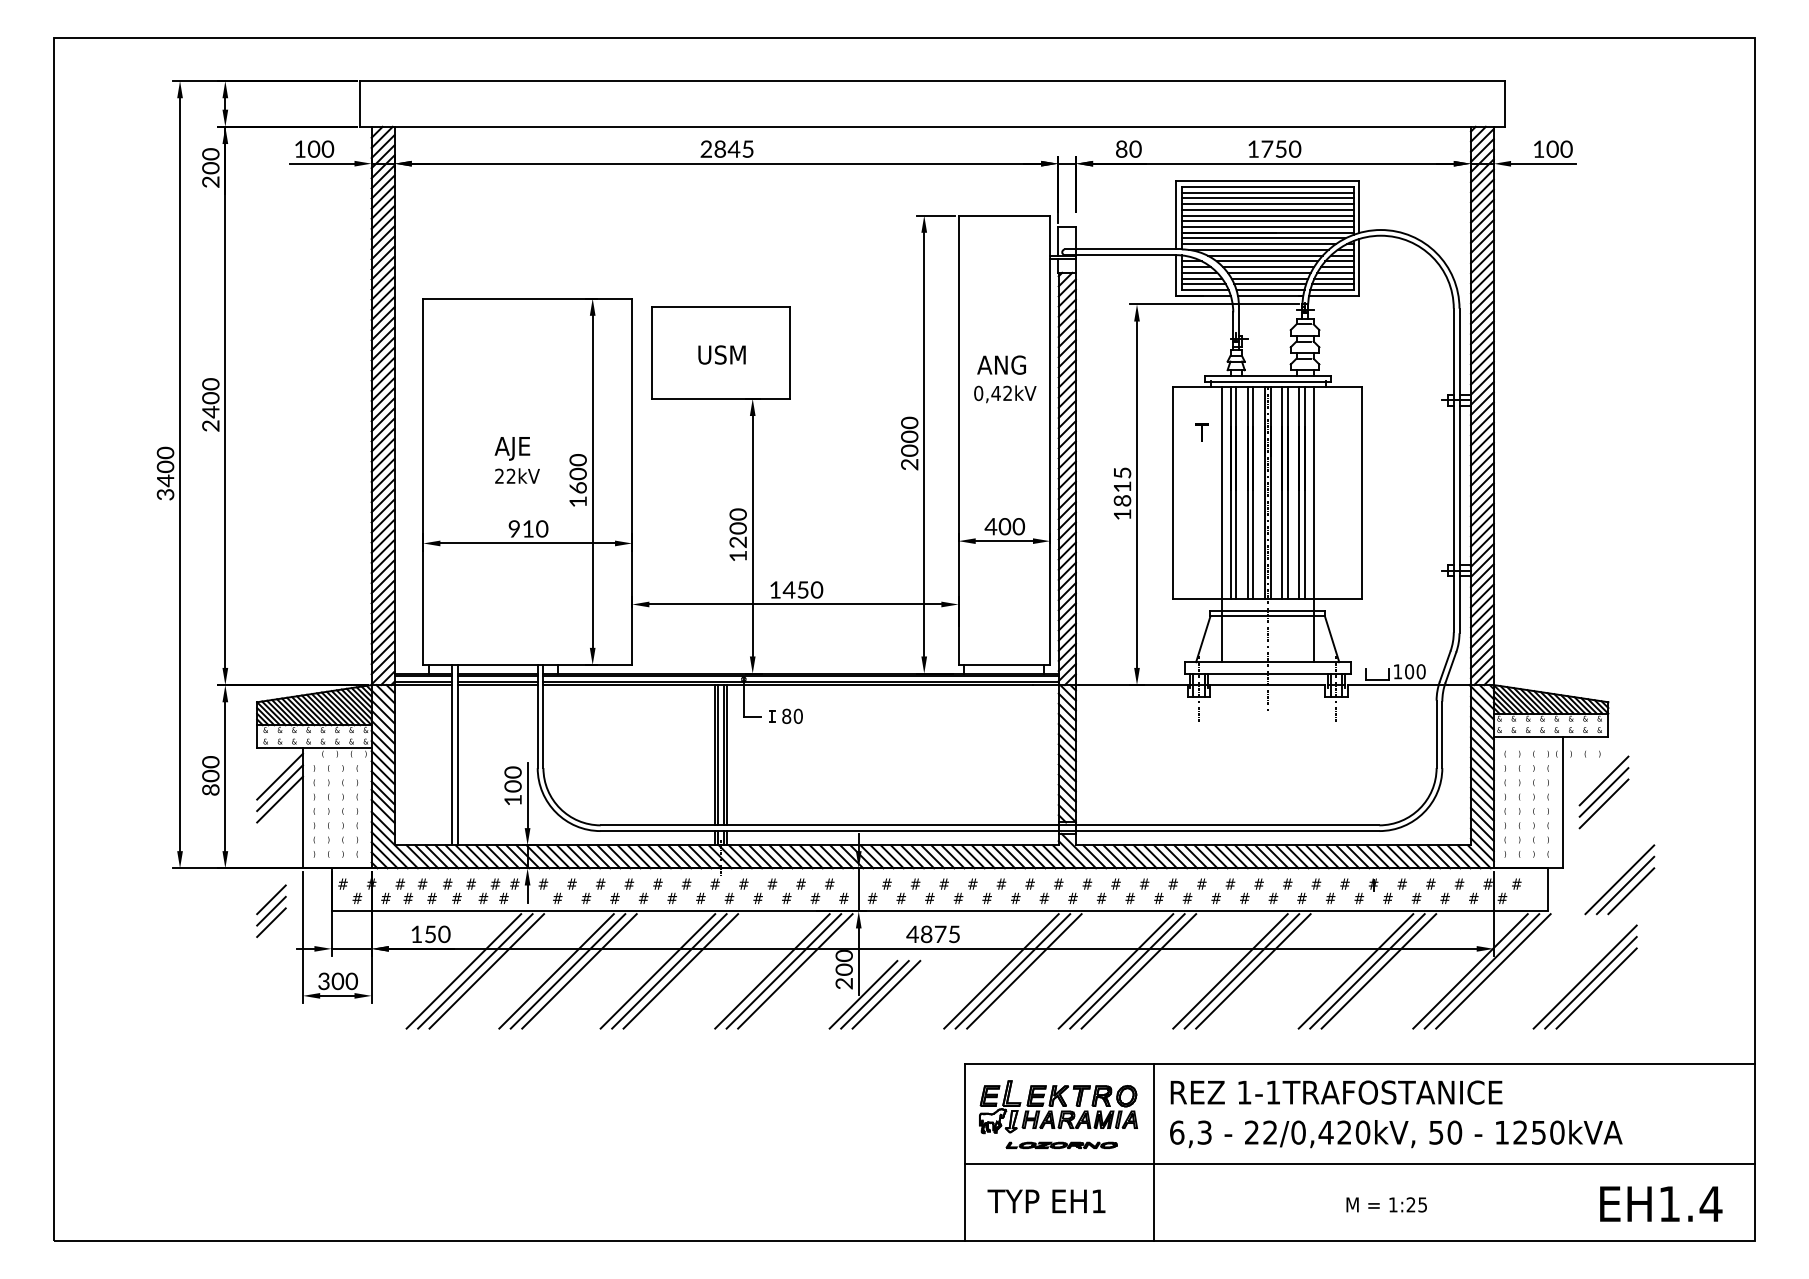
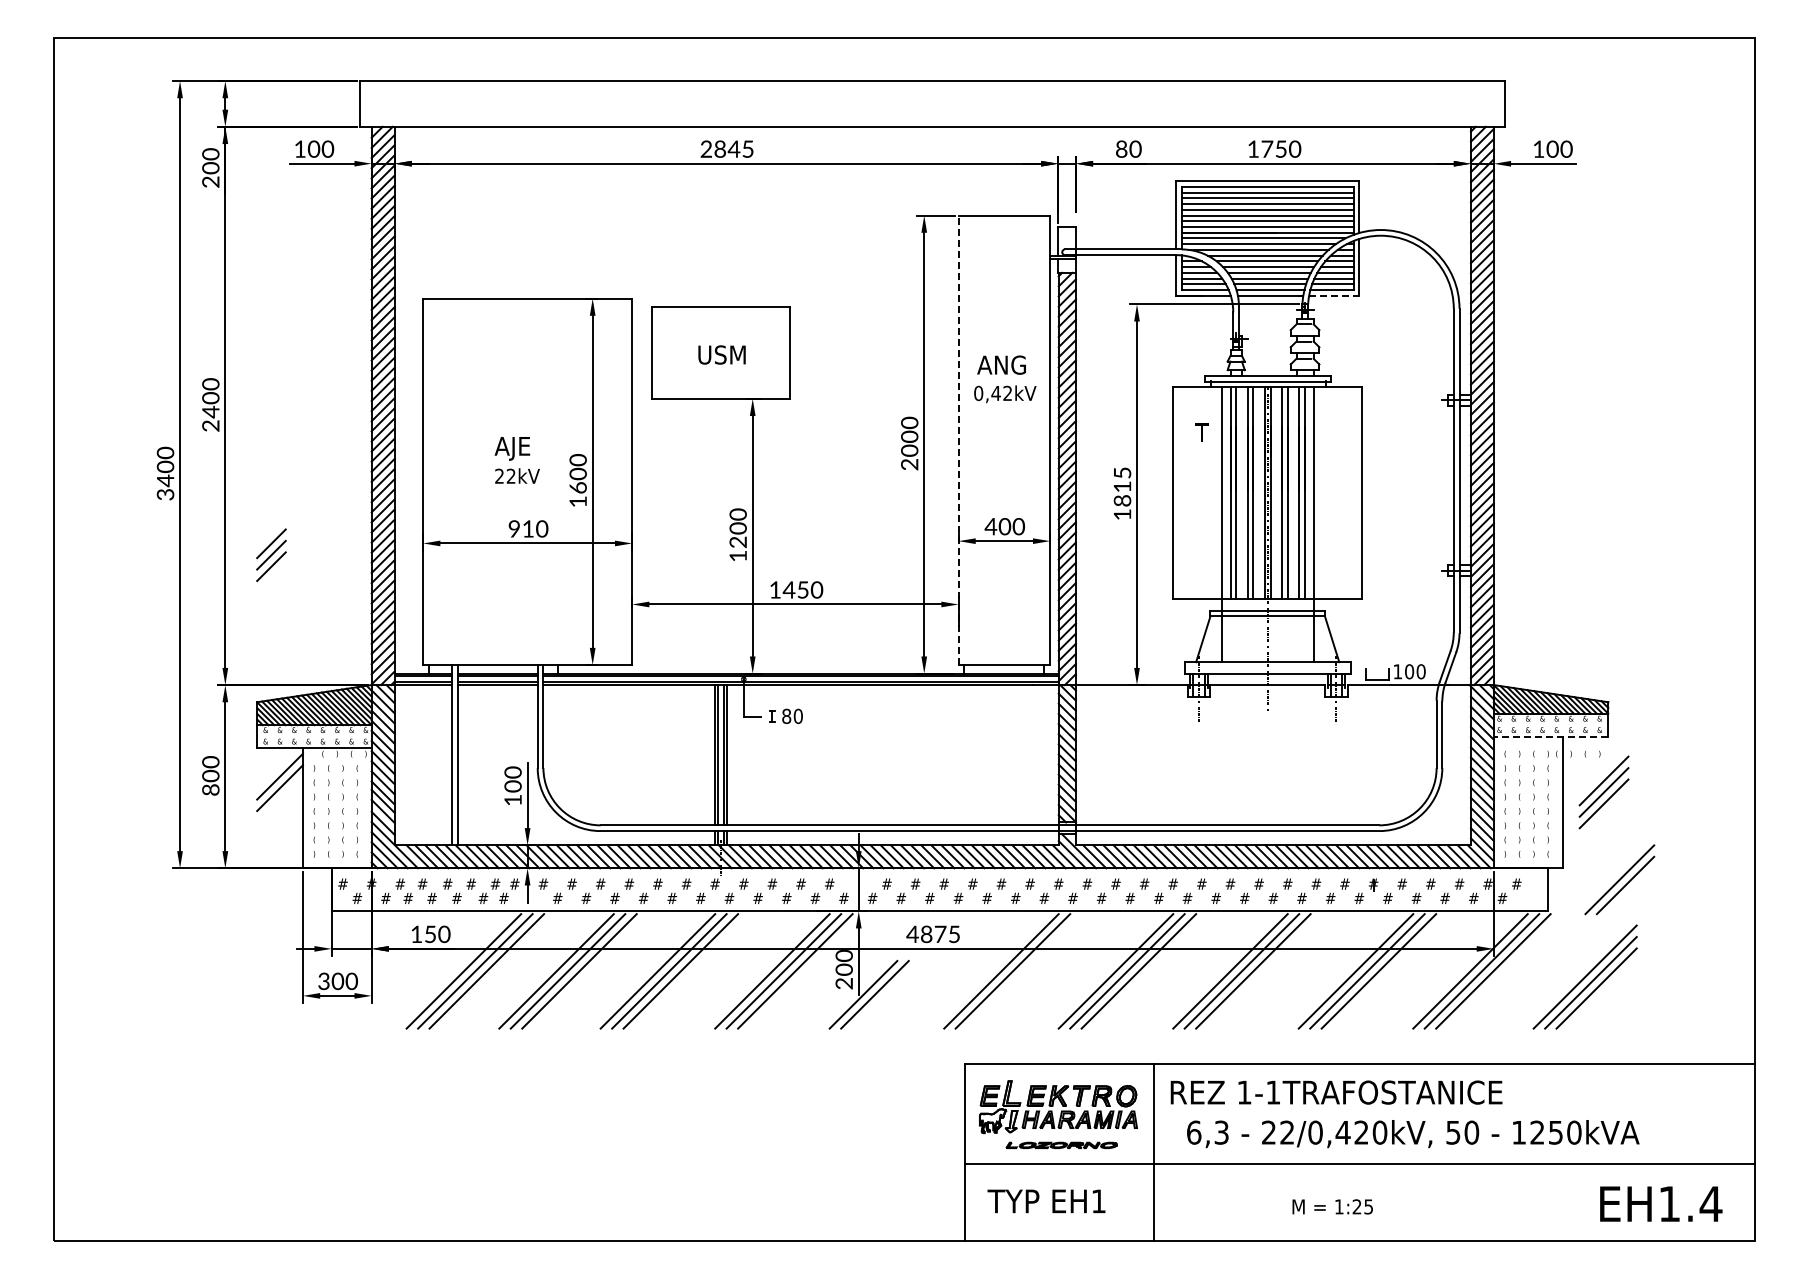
line at (1334, 295): solid -> dashed
line at (958, 440): solid -> dashed
line at (1550, 736): solid -> dashed
line at (279, 799): present -> none
line at (1631, 891): present -> none
part at (271, 910) position: (271, 910) -> (271, 554)
line at (1024, 971): present -> none
line at (886, 994): present -> none
text at (1396, 1134) position: (1396, 1134) -> (1413, 1134)
text at (1386, 1204) position: (1386, 1204) -> (1332, 1206)
